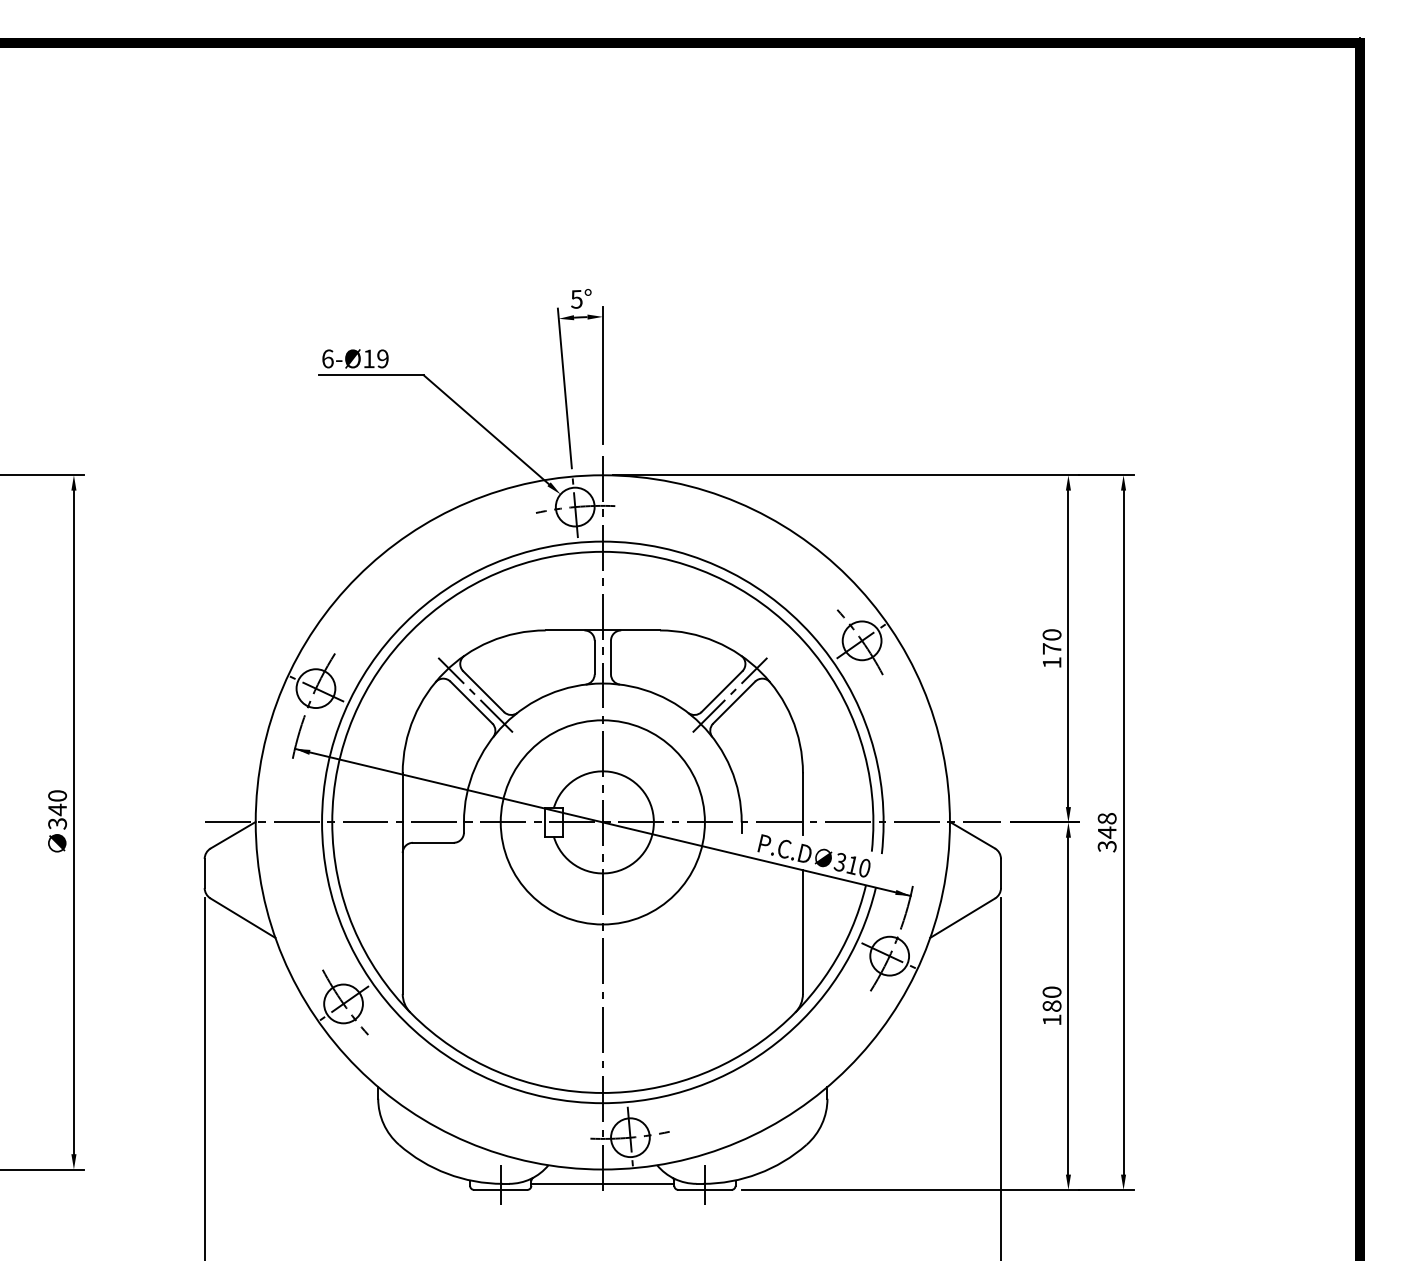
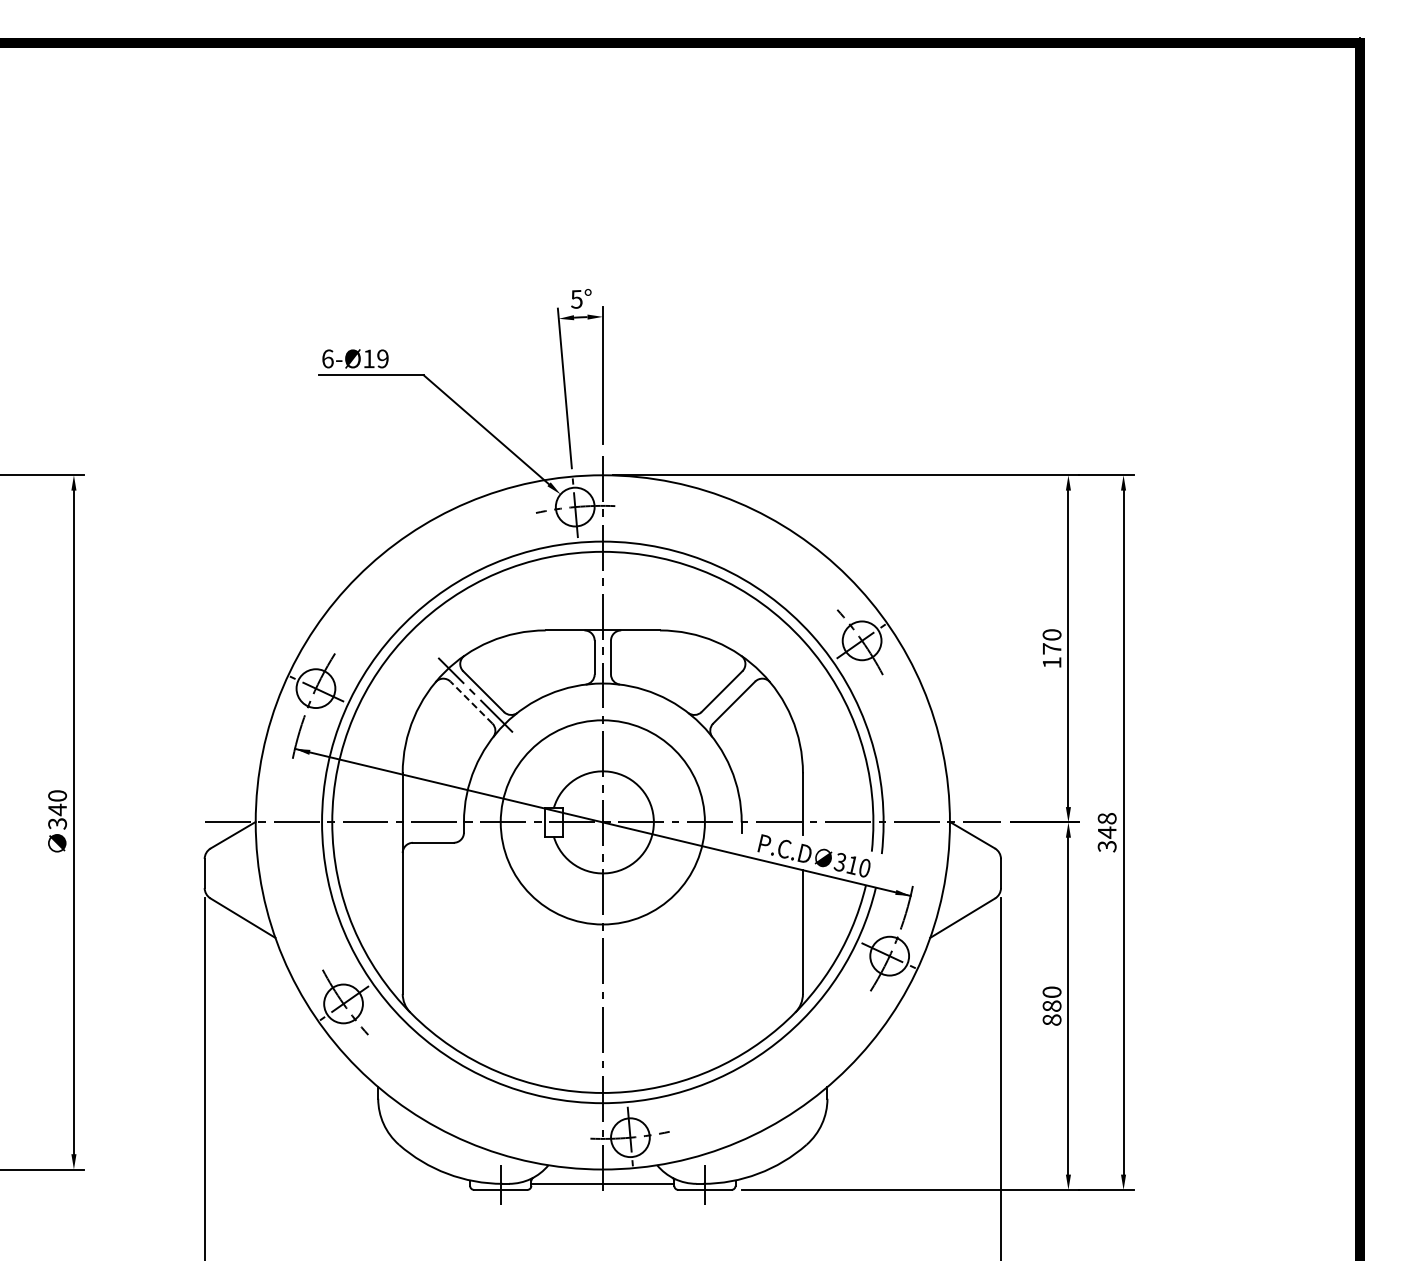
line at (729, 694): present -> none
line at (471, 702): solid -> dashed
text at (1051, 1019): 180 -> 880
